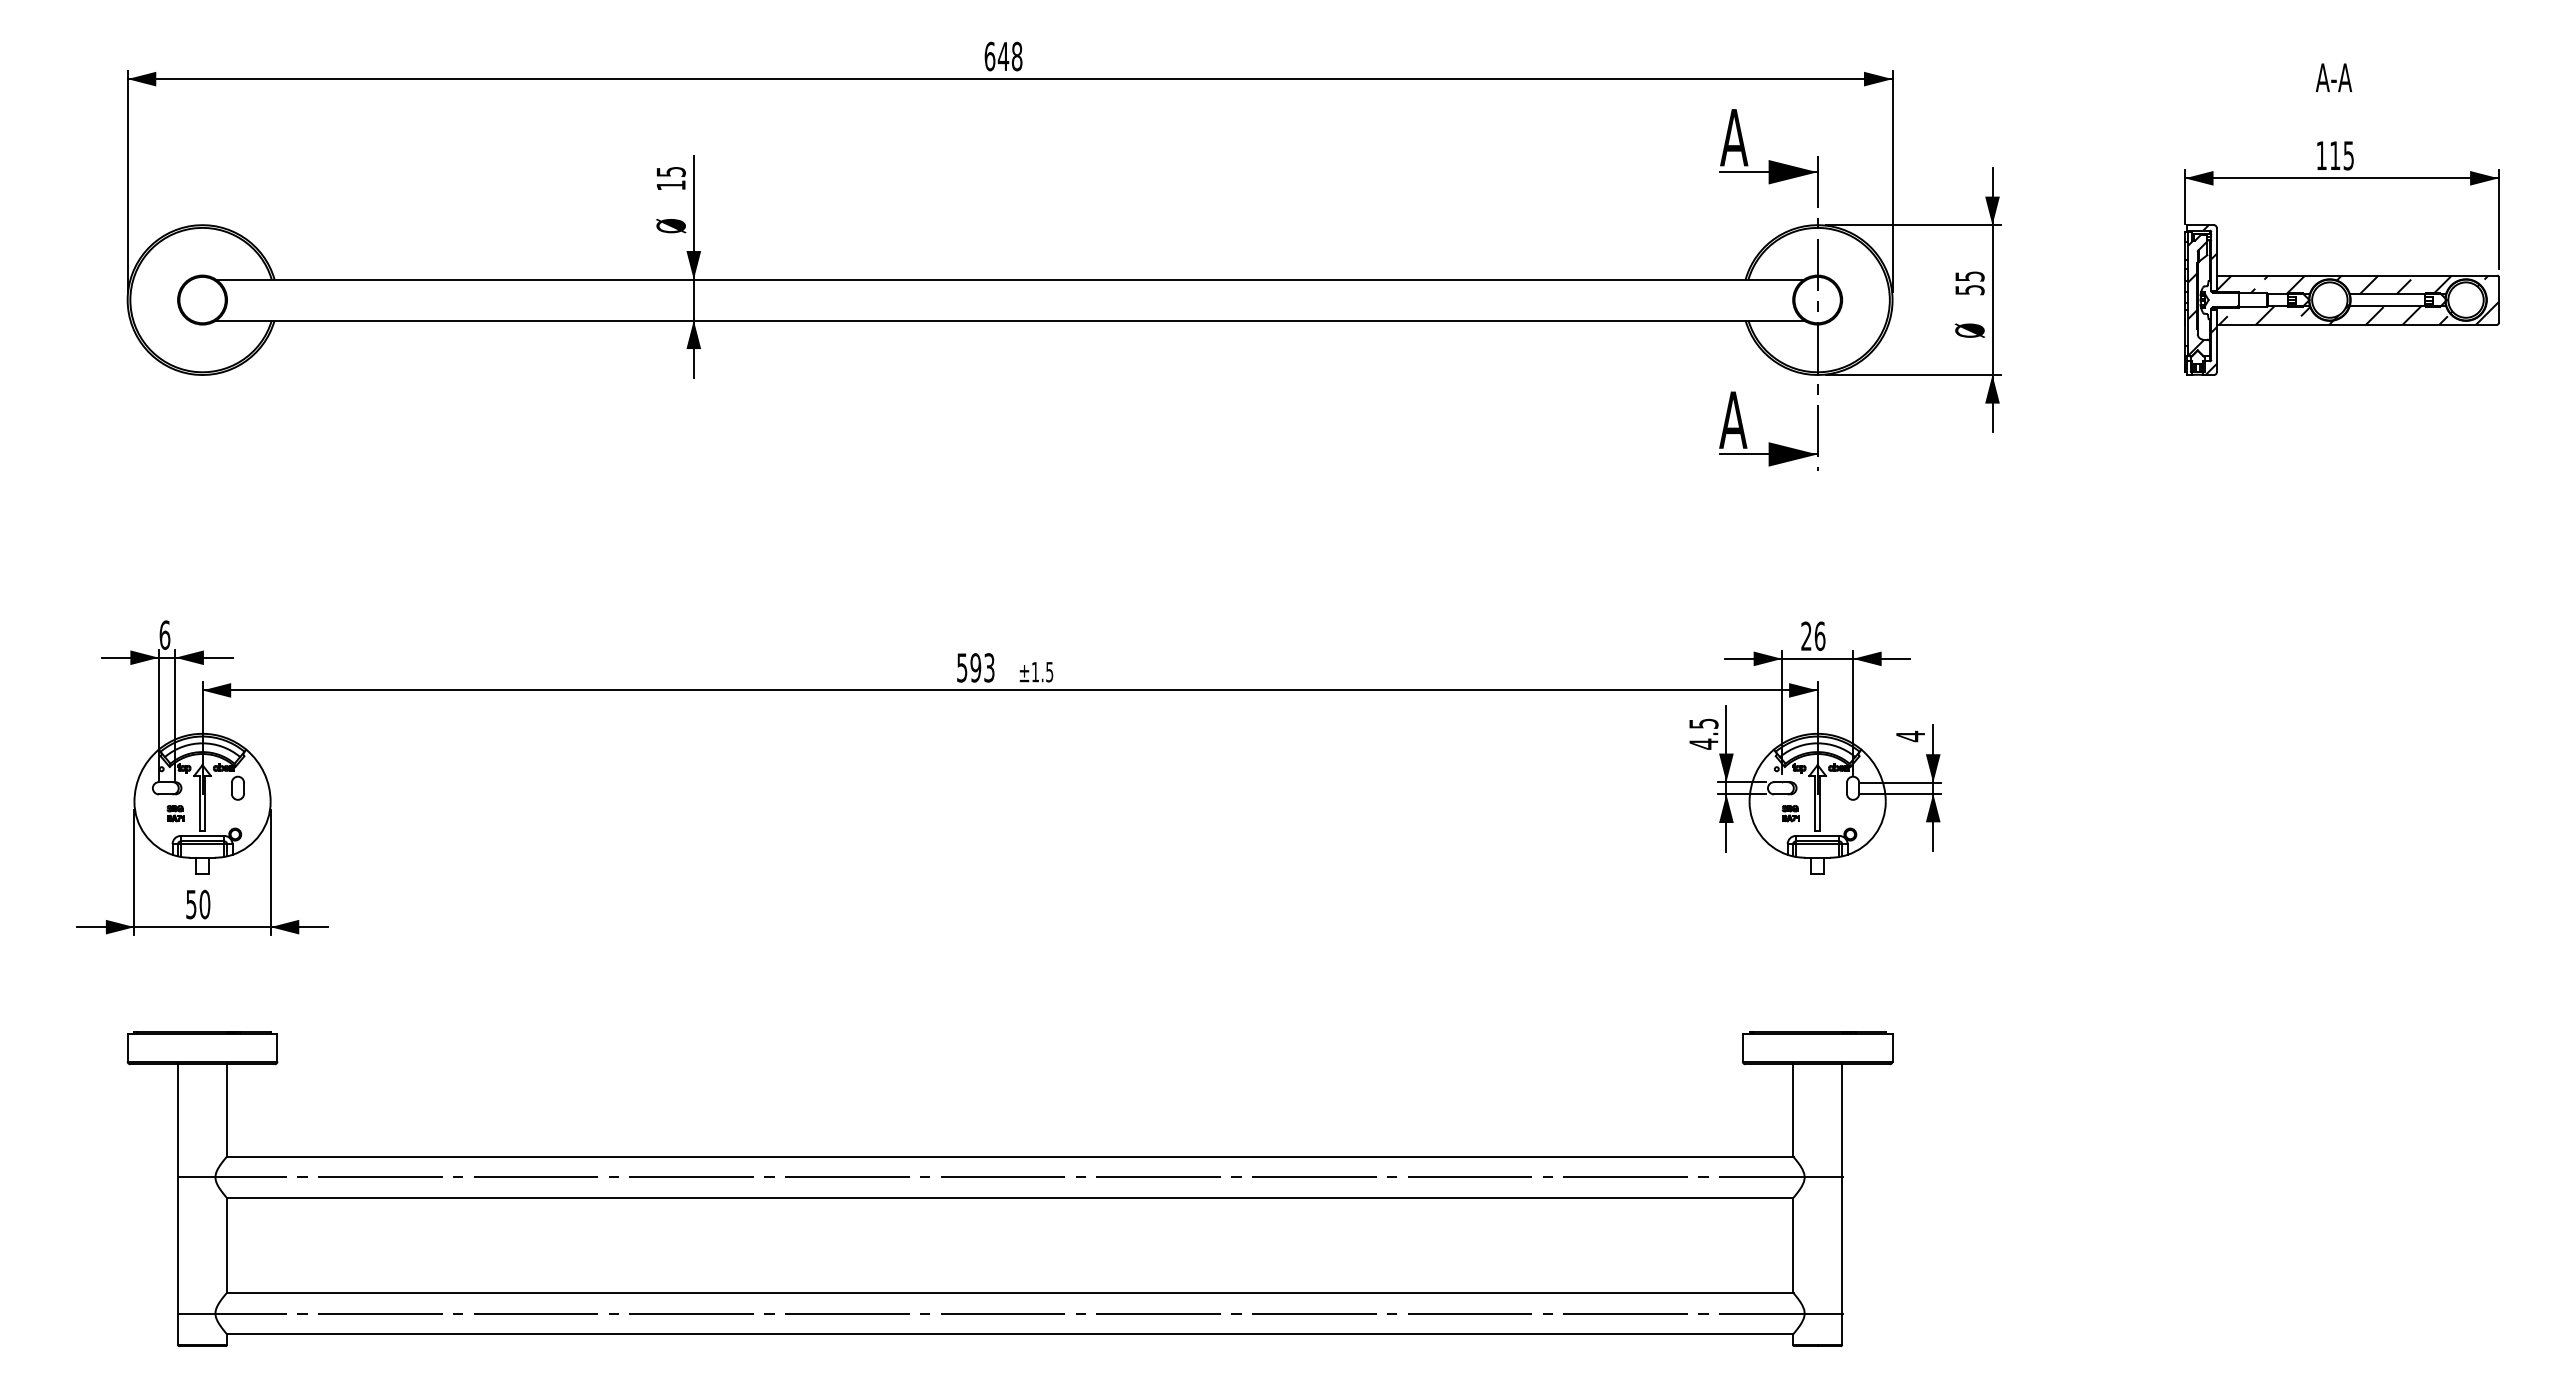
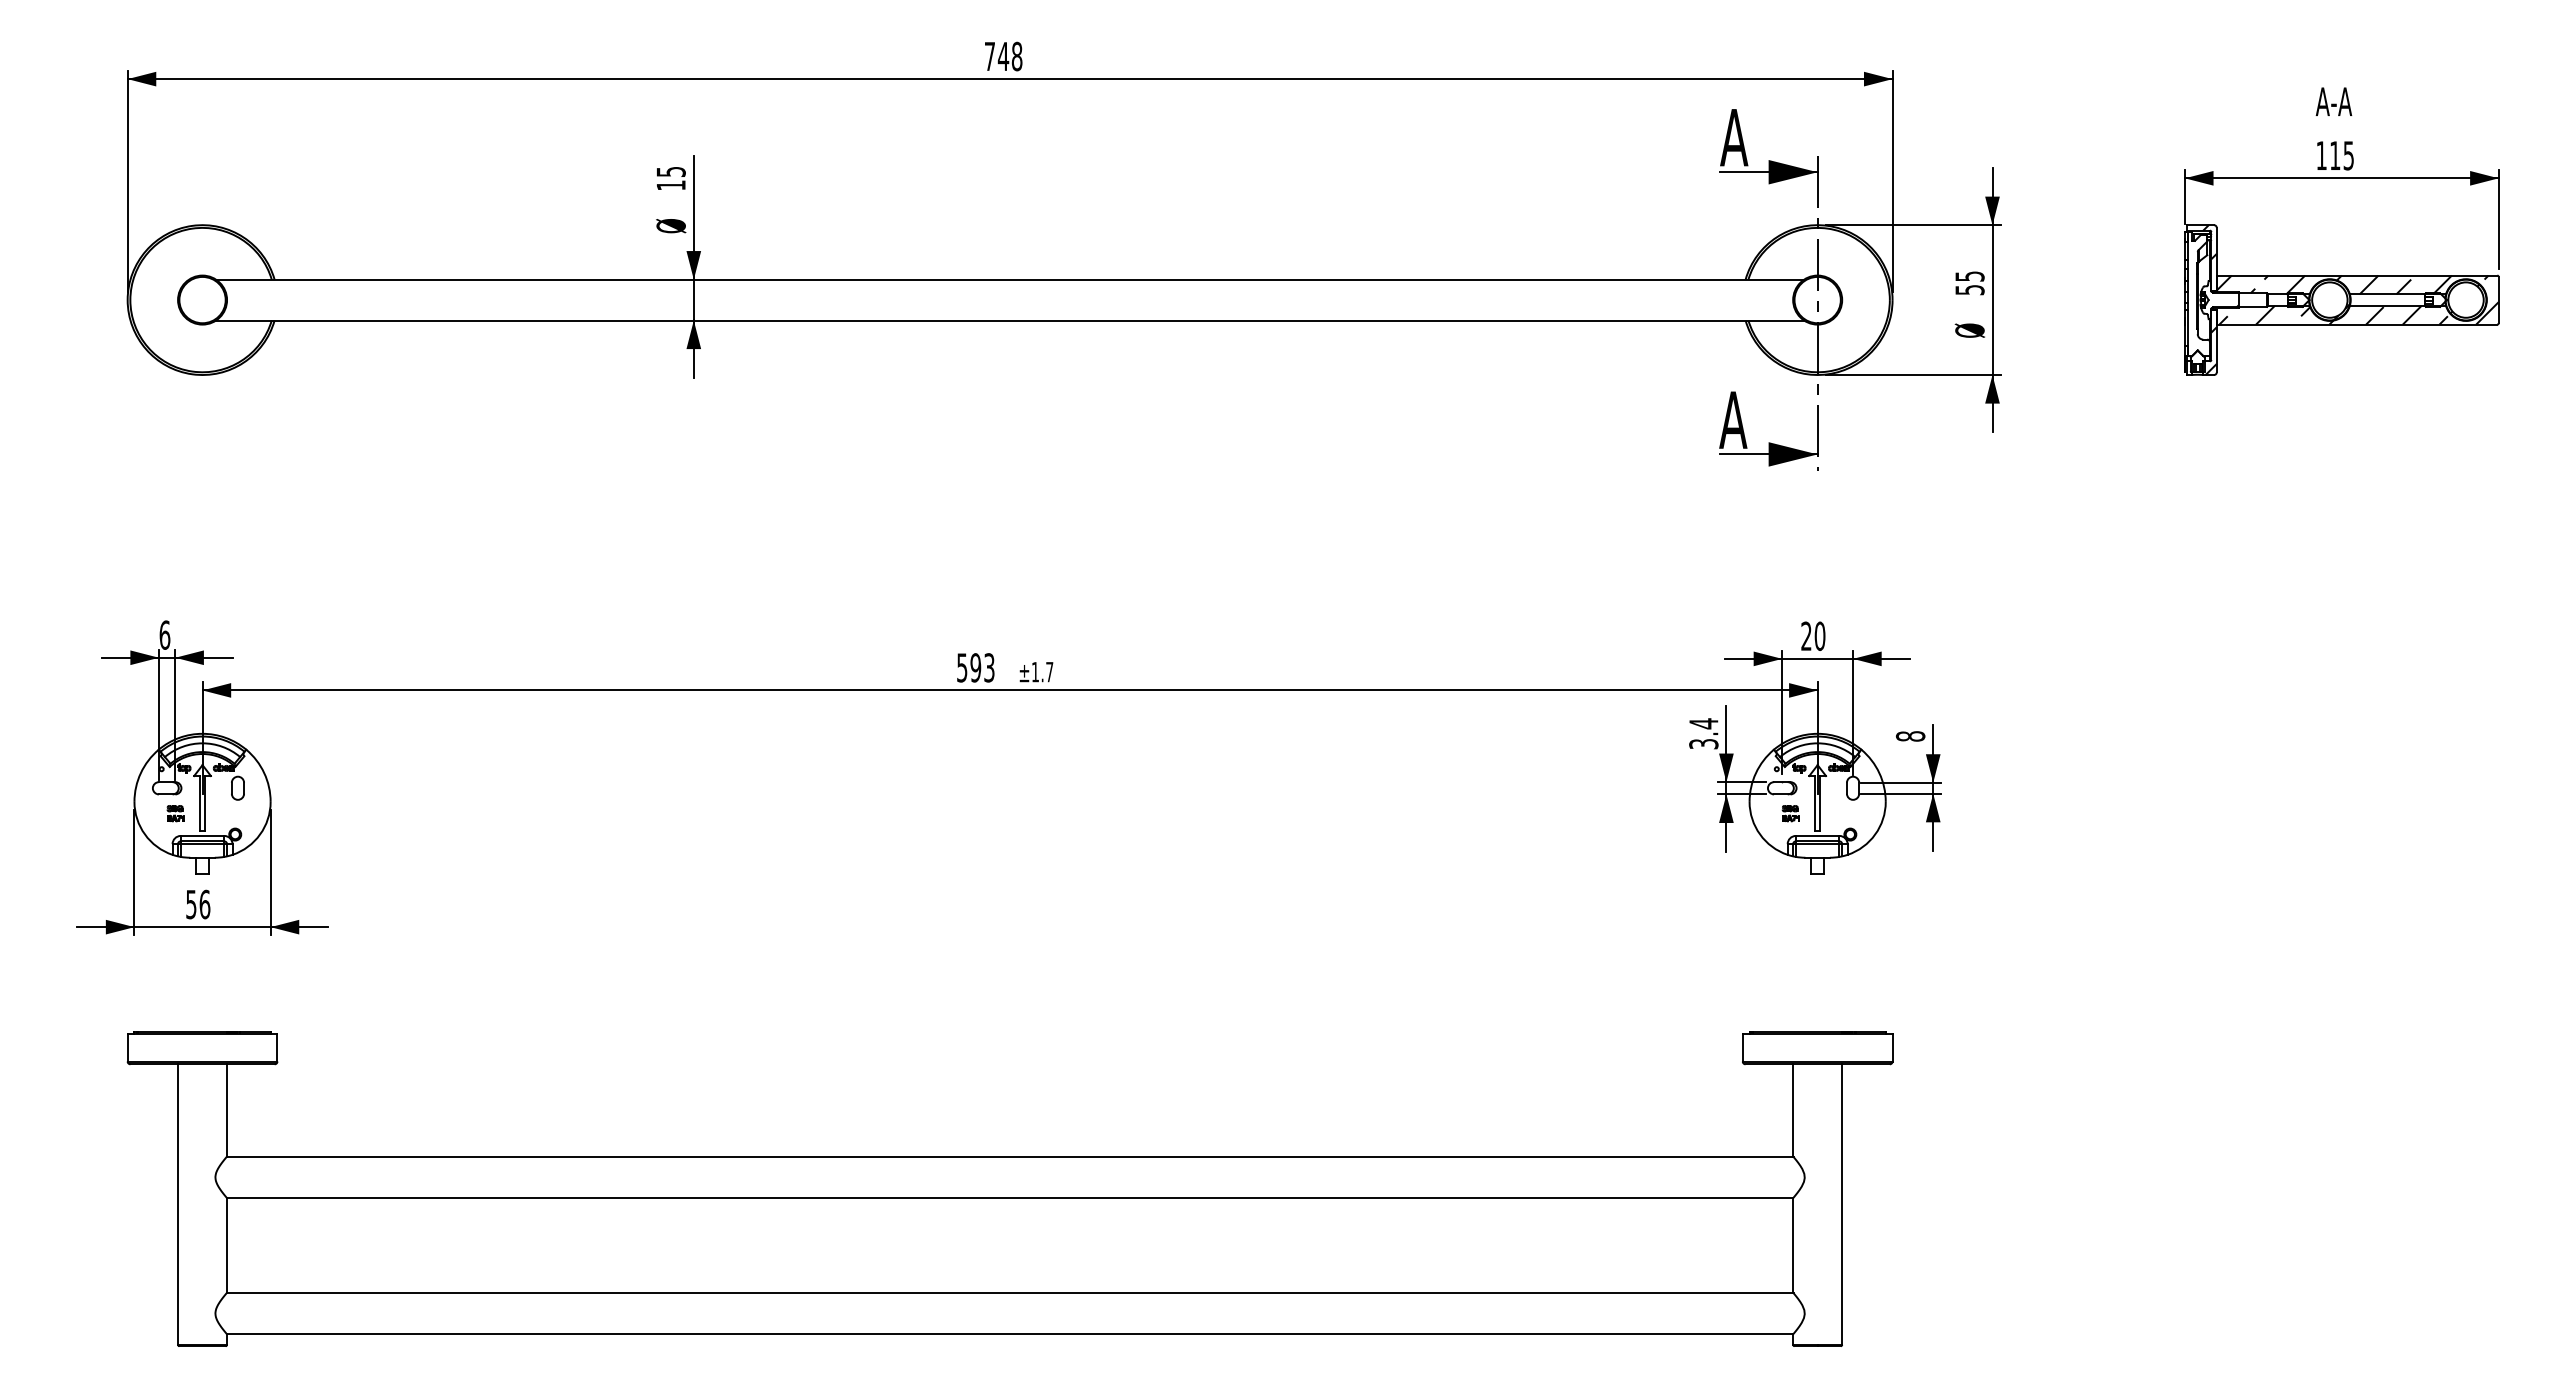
text at (989, 56): 648 -> 748
text at (2333, 77) position: (2333, 77) -> (2333, 101)
hatch at (2196, 297): present -> none
text at (1819, 635): 26 -> 20
text at (1049, 672): ±1.5 -> ±1.7
text at (1703, 733): 4.5 -> 3.4
text at (1910, 736): 4 -> 8
text at (204, 903): 50 -> 56
line at (1009, 1177): present -> none
line at (1009, 1313): present -> none
